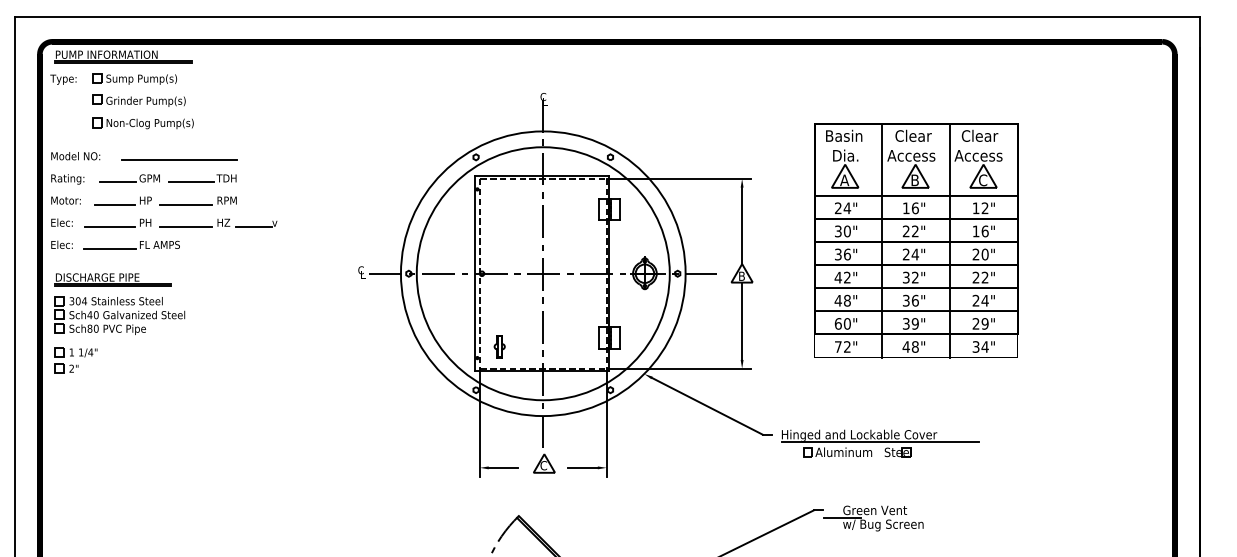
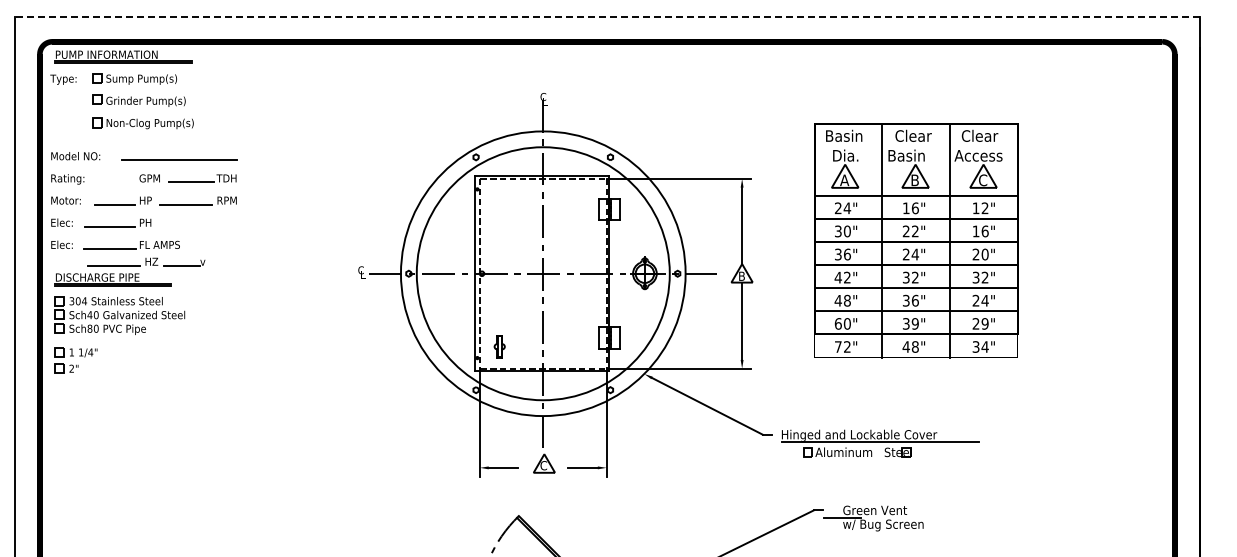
line at (607, 16): solid -> dashed
text at (911, 155): Access -> Basin
line at (117, 182): present -> none
part at (218, 222) position: (218, 222) -> (146, 261)
text at (975, 277): 22" -> 32"
